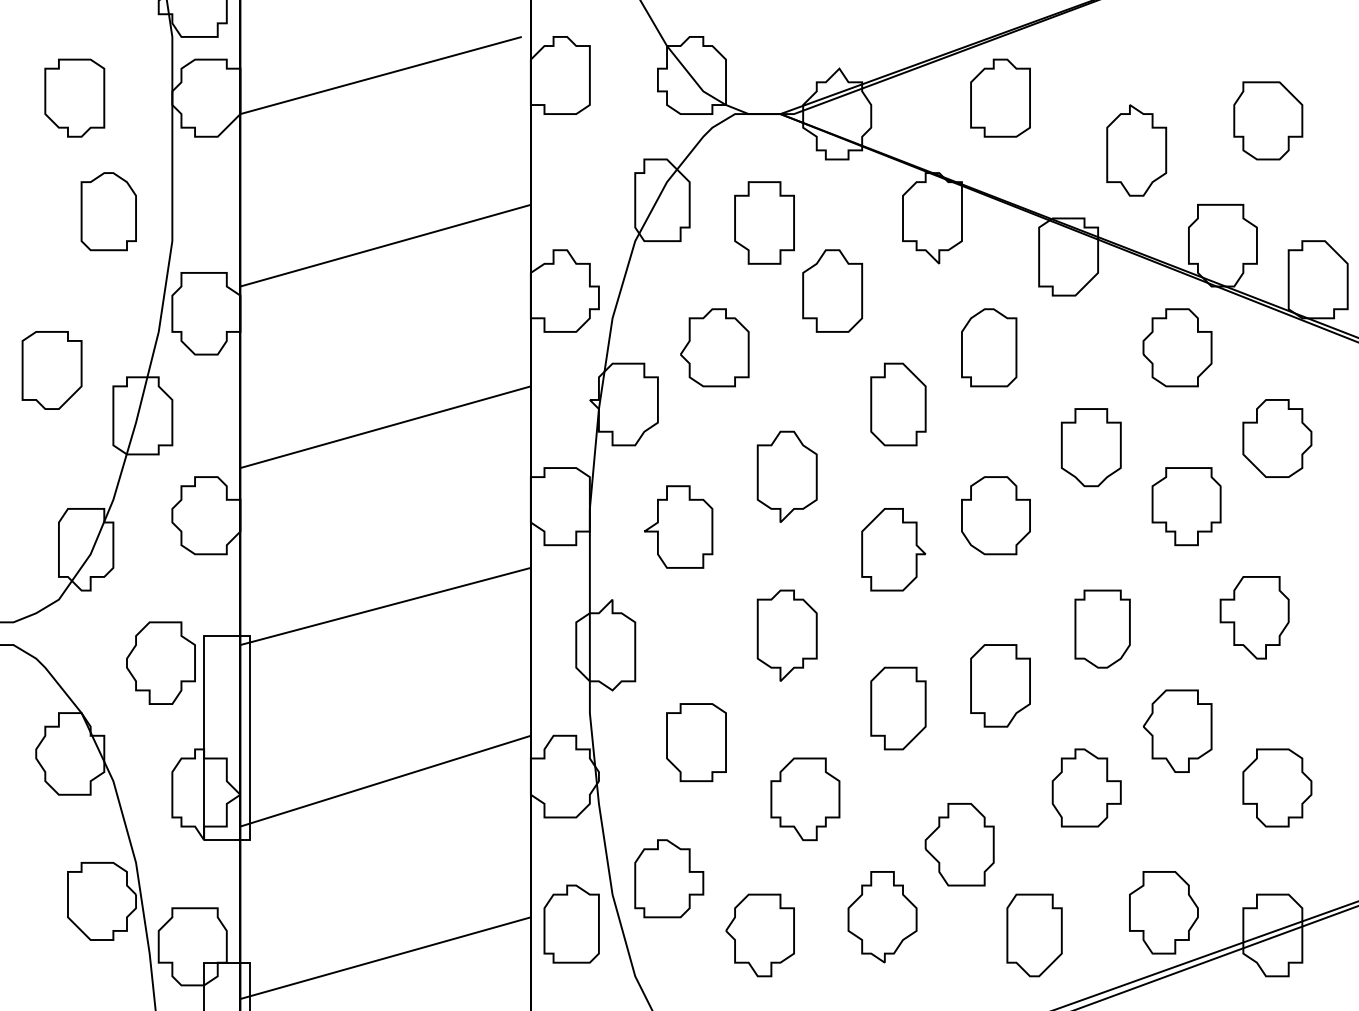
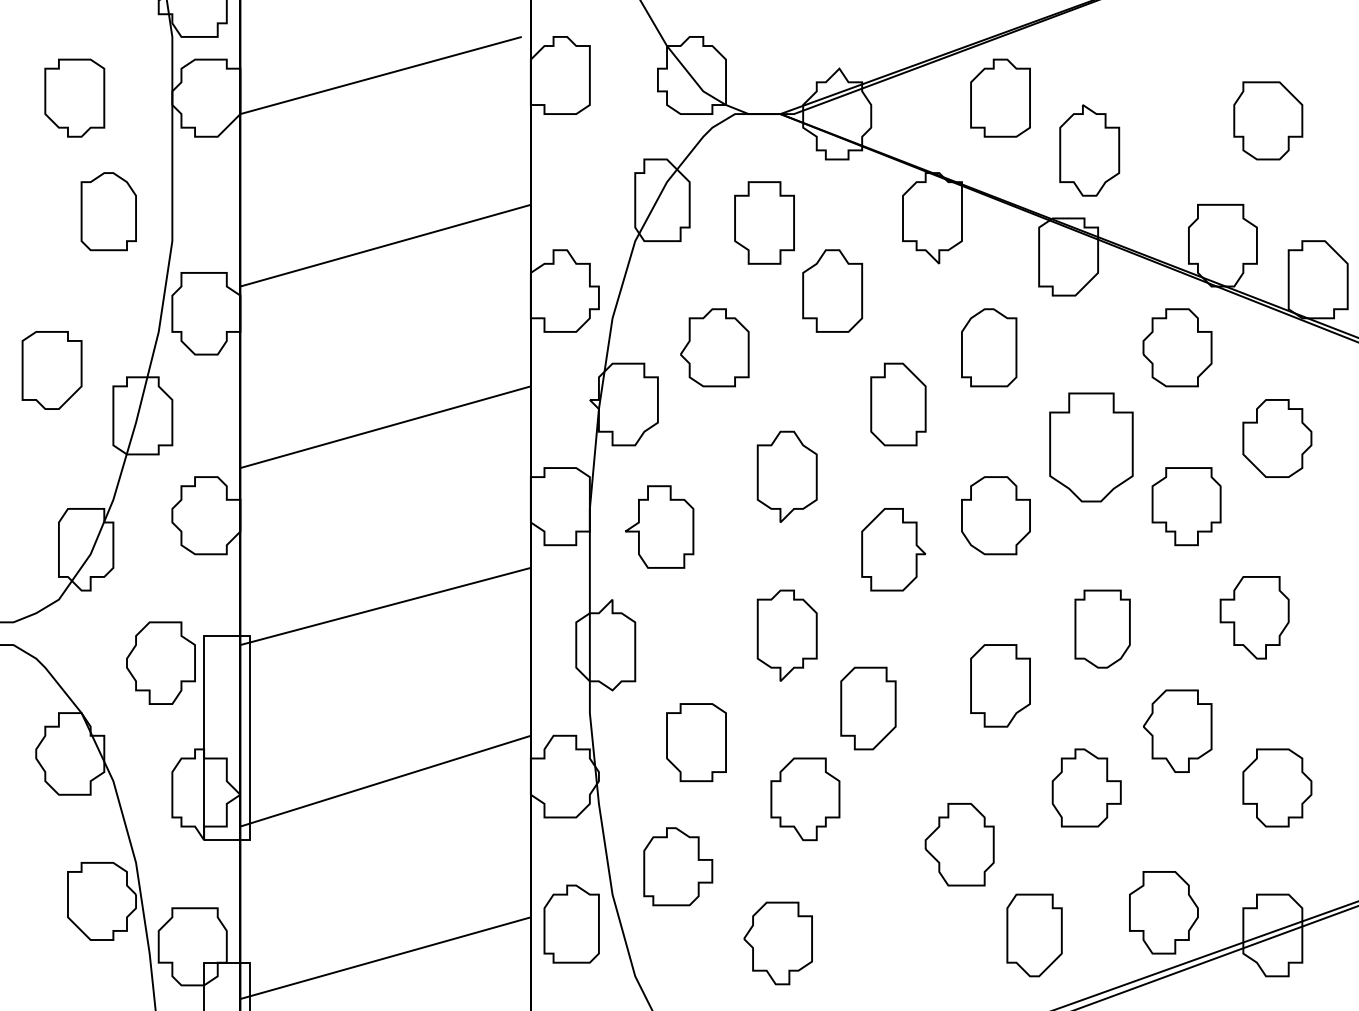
part at (1136, 150) position: (1136, 150) -> (1089, 150)
part at (1090, 447) size: 62x80 px -> 85x111 px
part at (678, 526) position: (678, 526) -> (659, 526)
part at (898, 708) position: (898, 708) -> (868, 708)
part at (669, 878) position: (669, 878) -> (678, 866)
part at (882, 917): present -> none
part at (759, 935) position: (759, 935) -> (777, 943)
